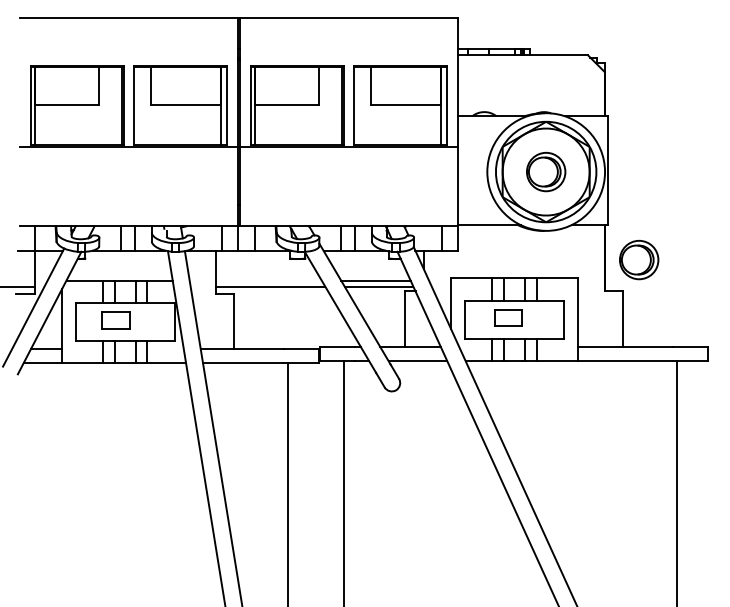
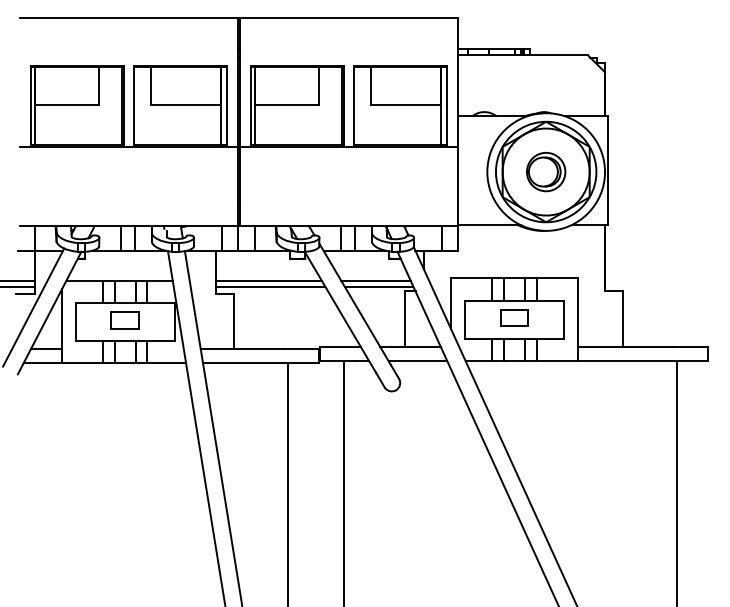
part at (639, 259): present -> none
line at (18, 281): none -> present
line at (268, 281): none -> present
part at (508, 317) position: (508, 317) -> (514, 317)
part at (115, 320) position: (115, 320) -> (124, 320)
